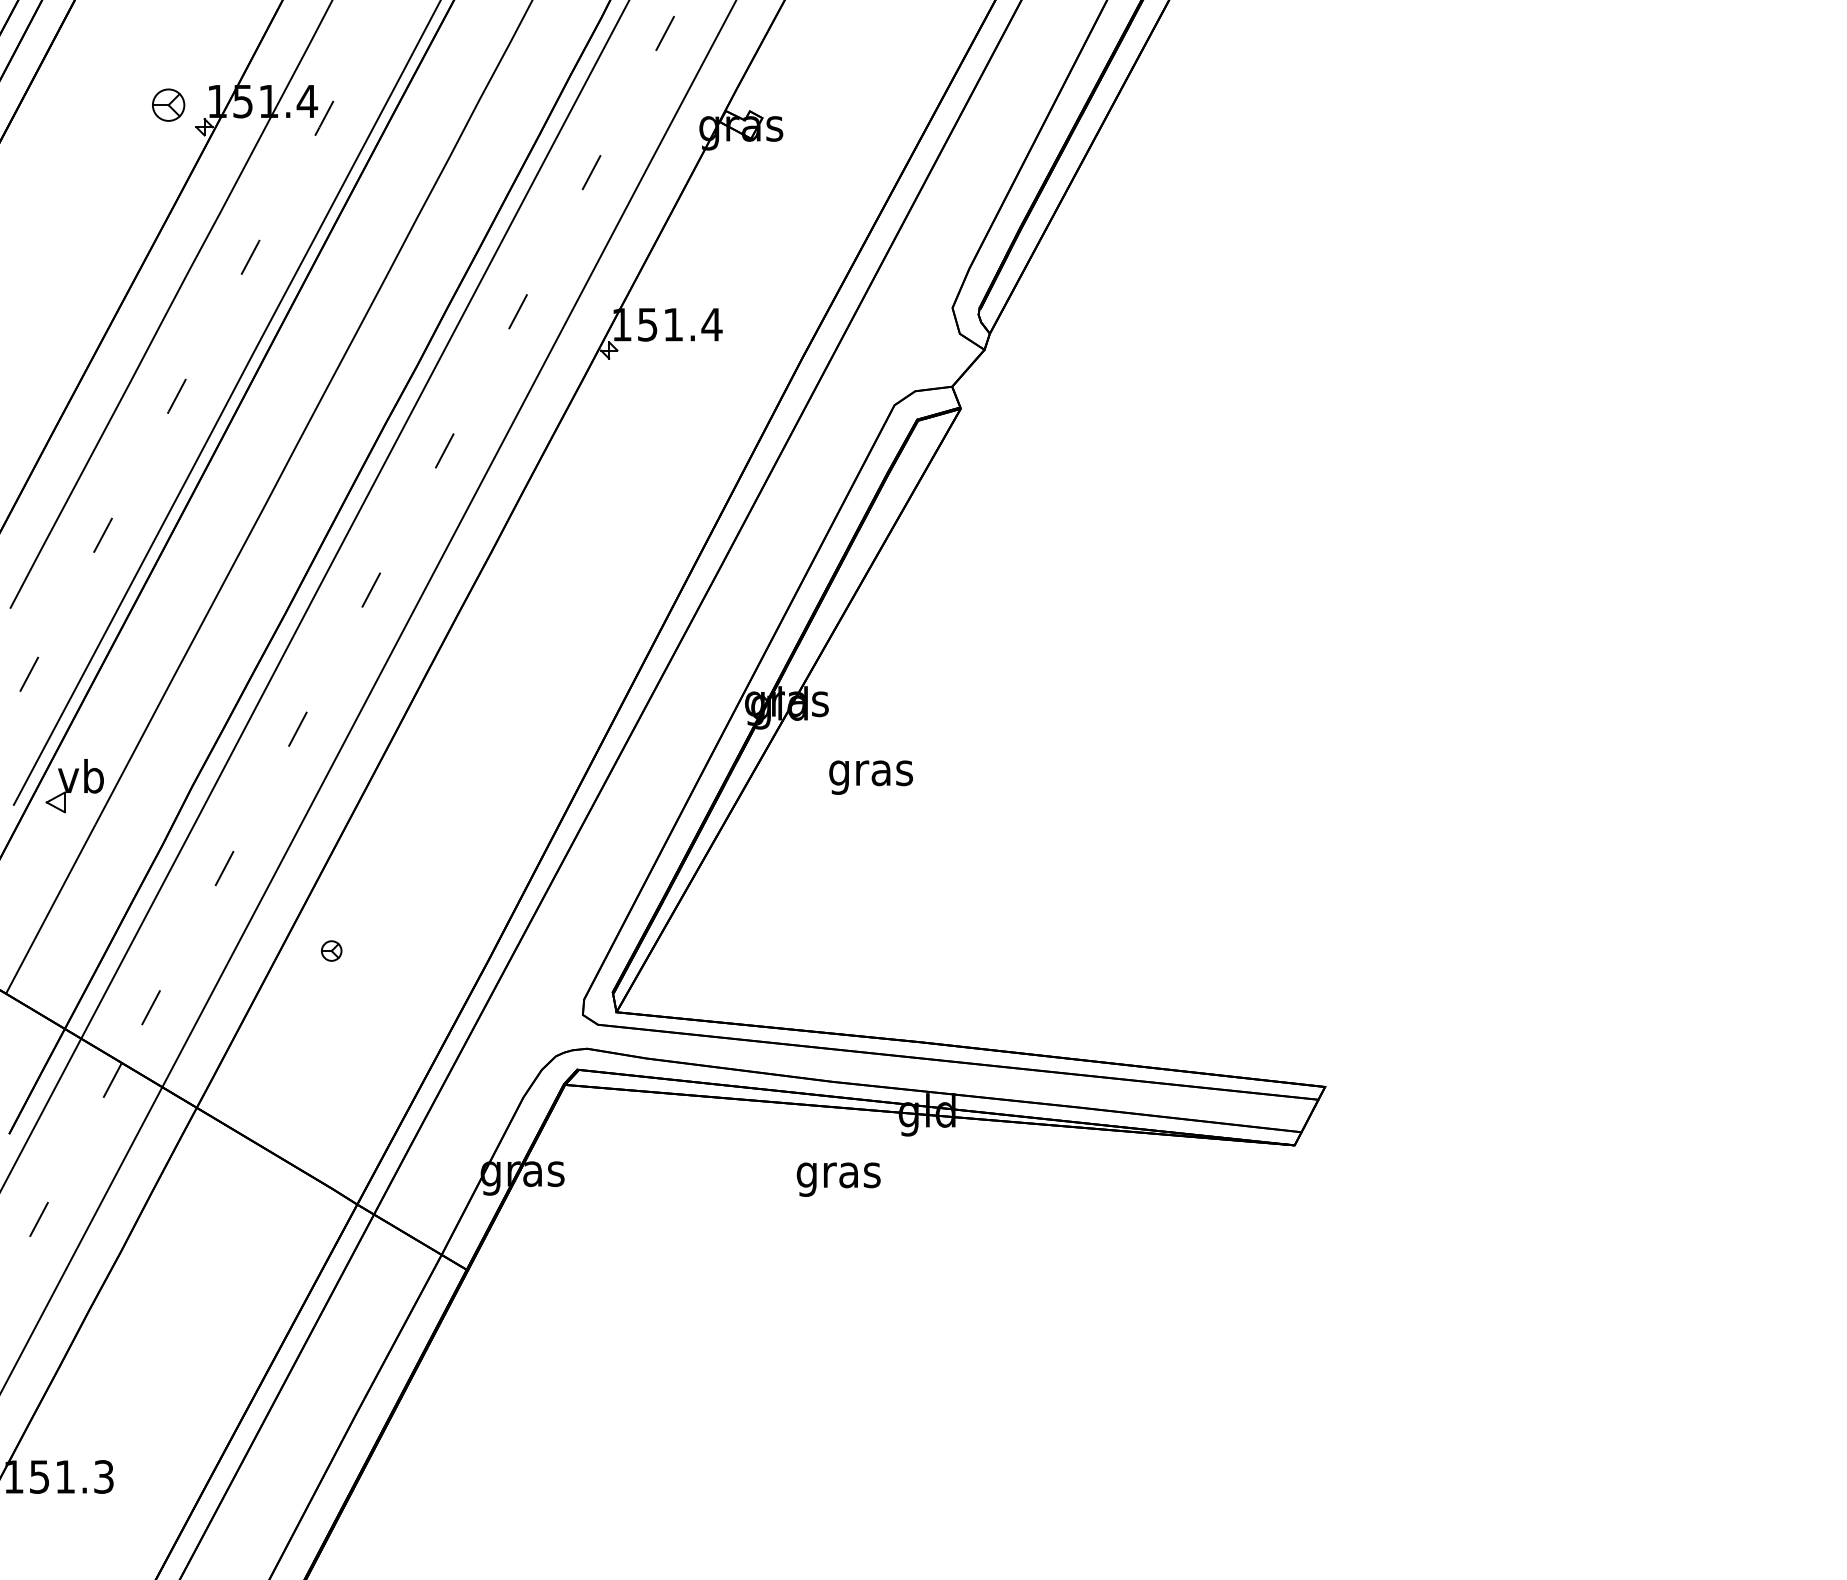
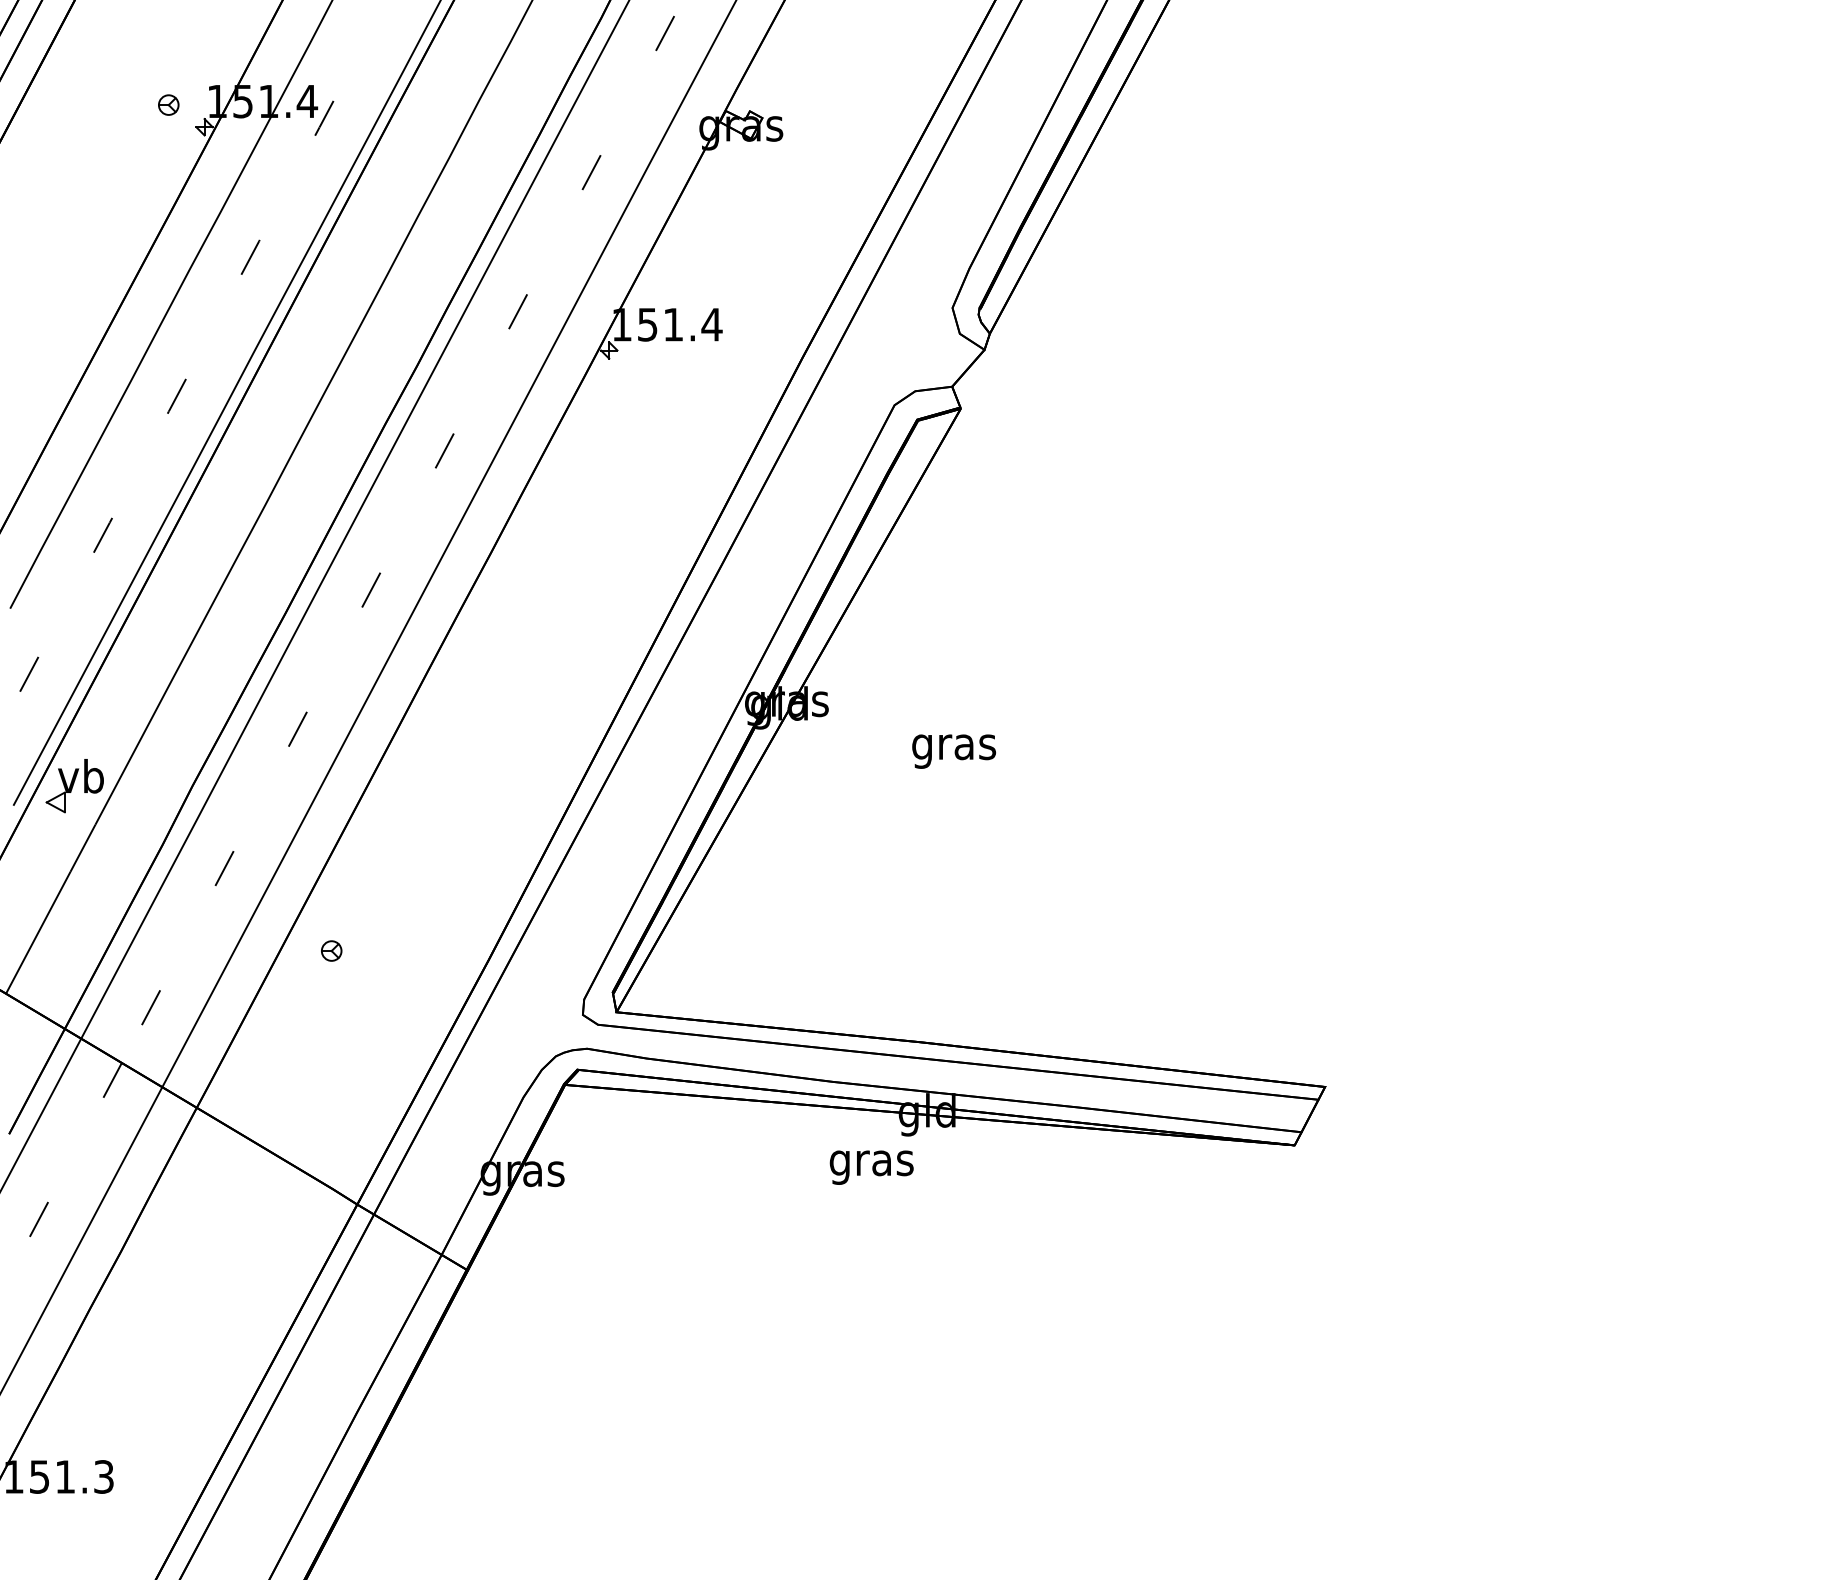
part at (168, 104) size: 34x34 px -> 22x22 px
text at (870, 777) position: (870, 777) -> (953, 751)
text at (838, 1179) position: (838, 1179) -> (871, 1167)
